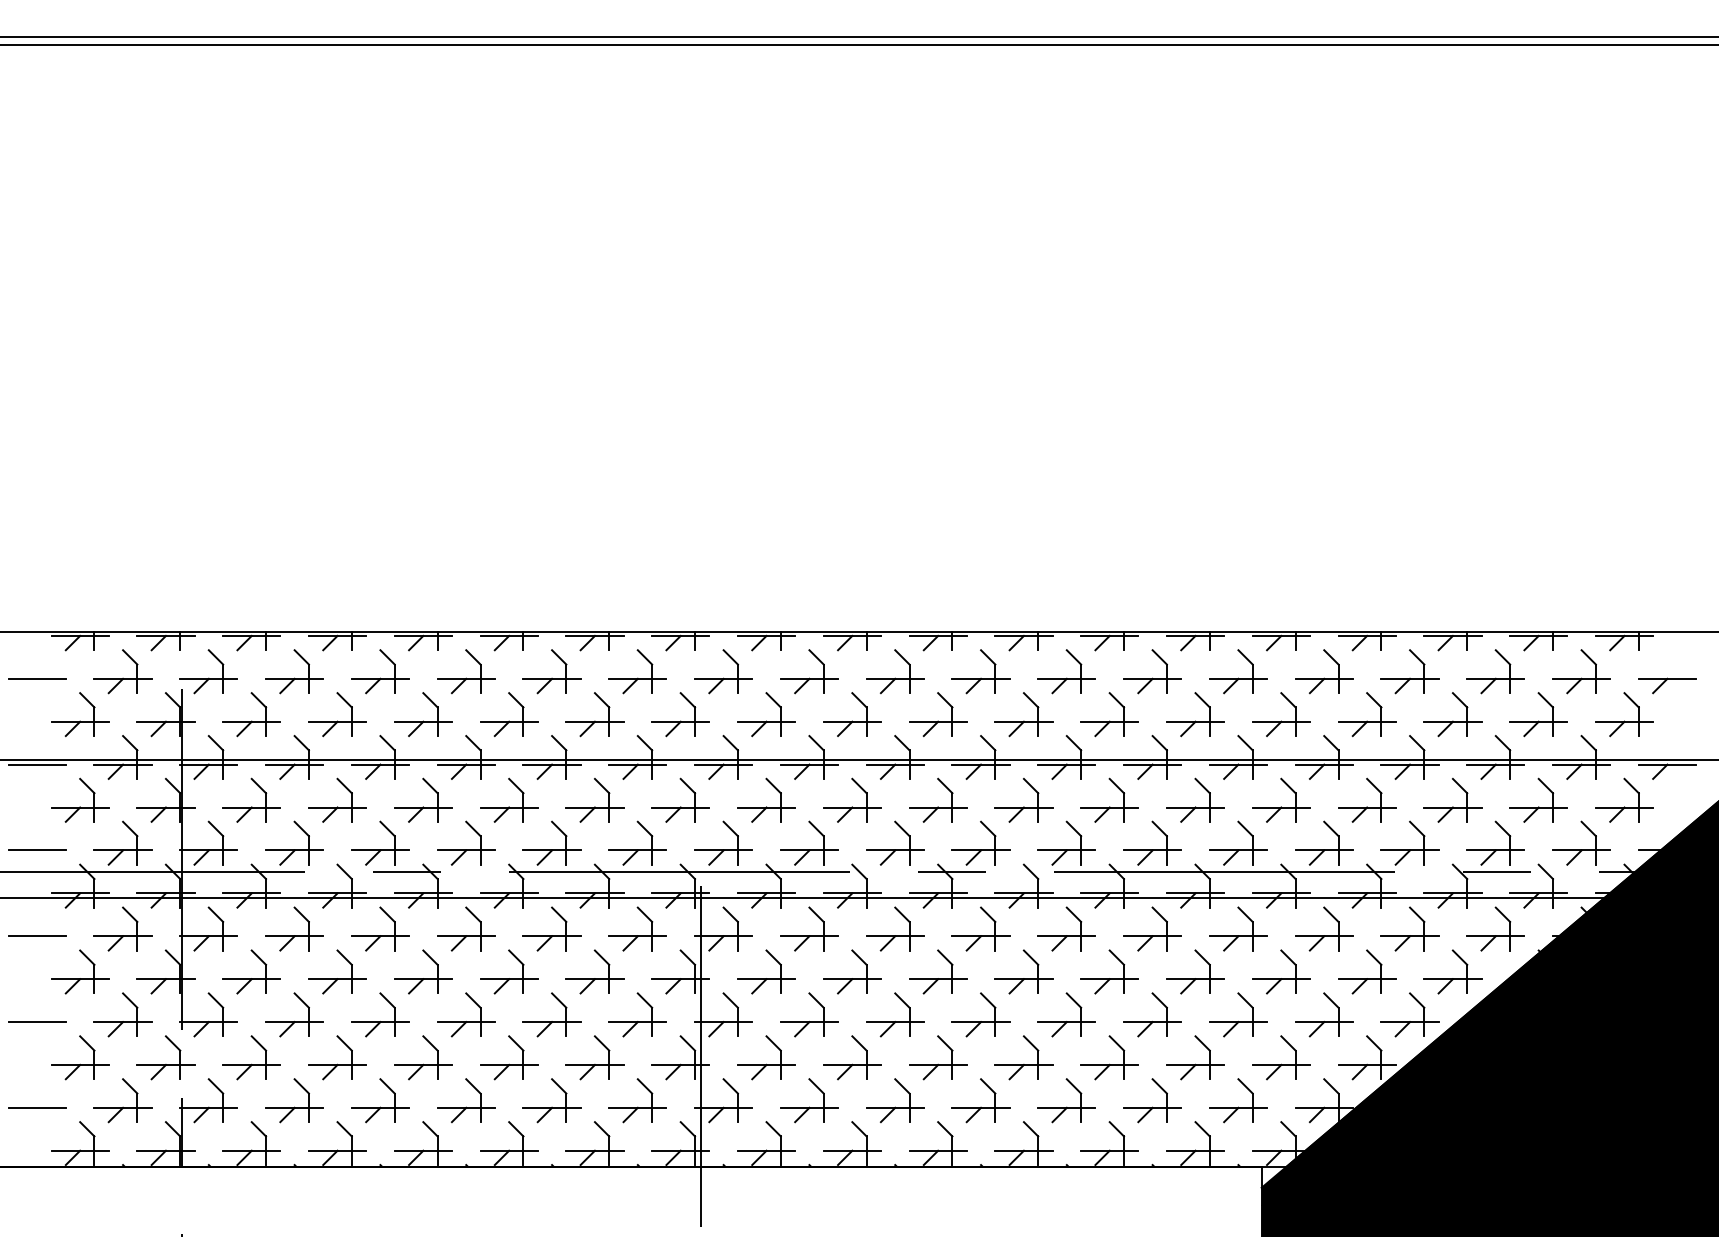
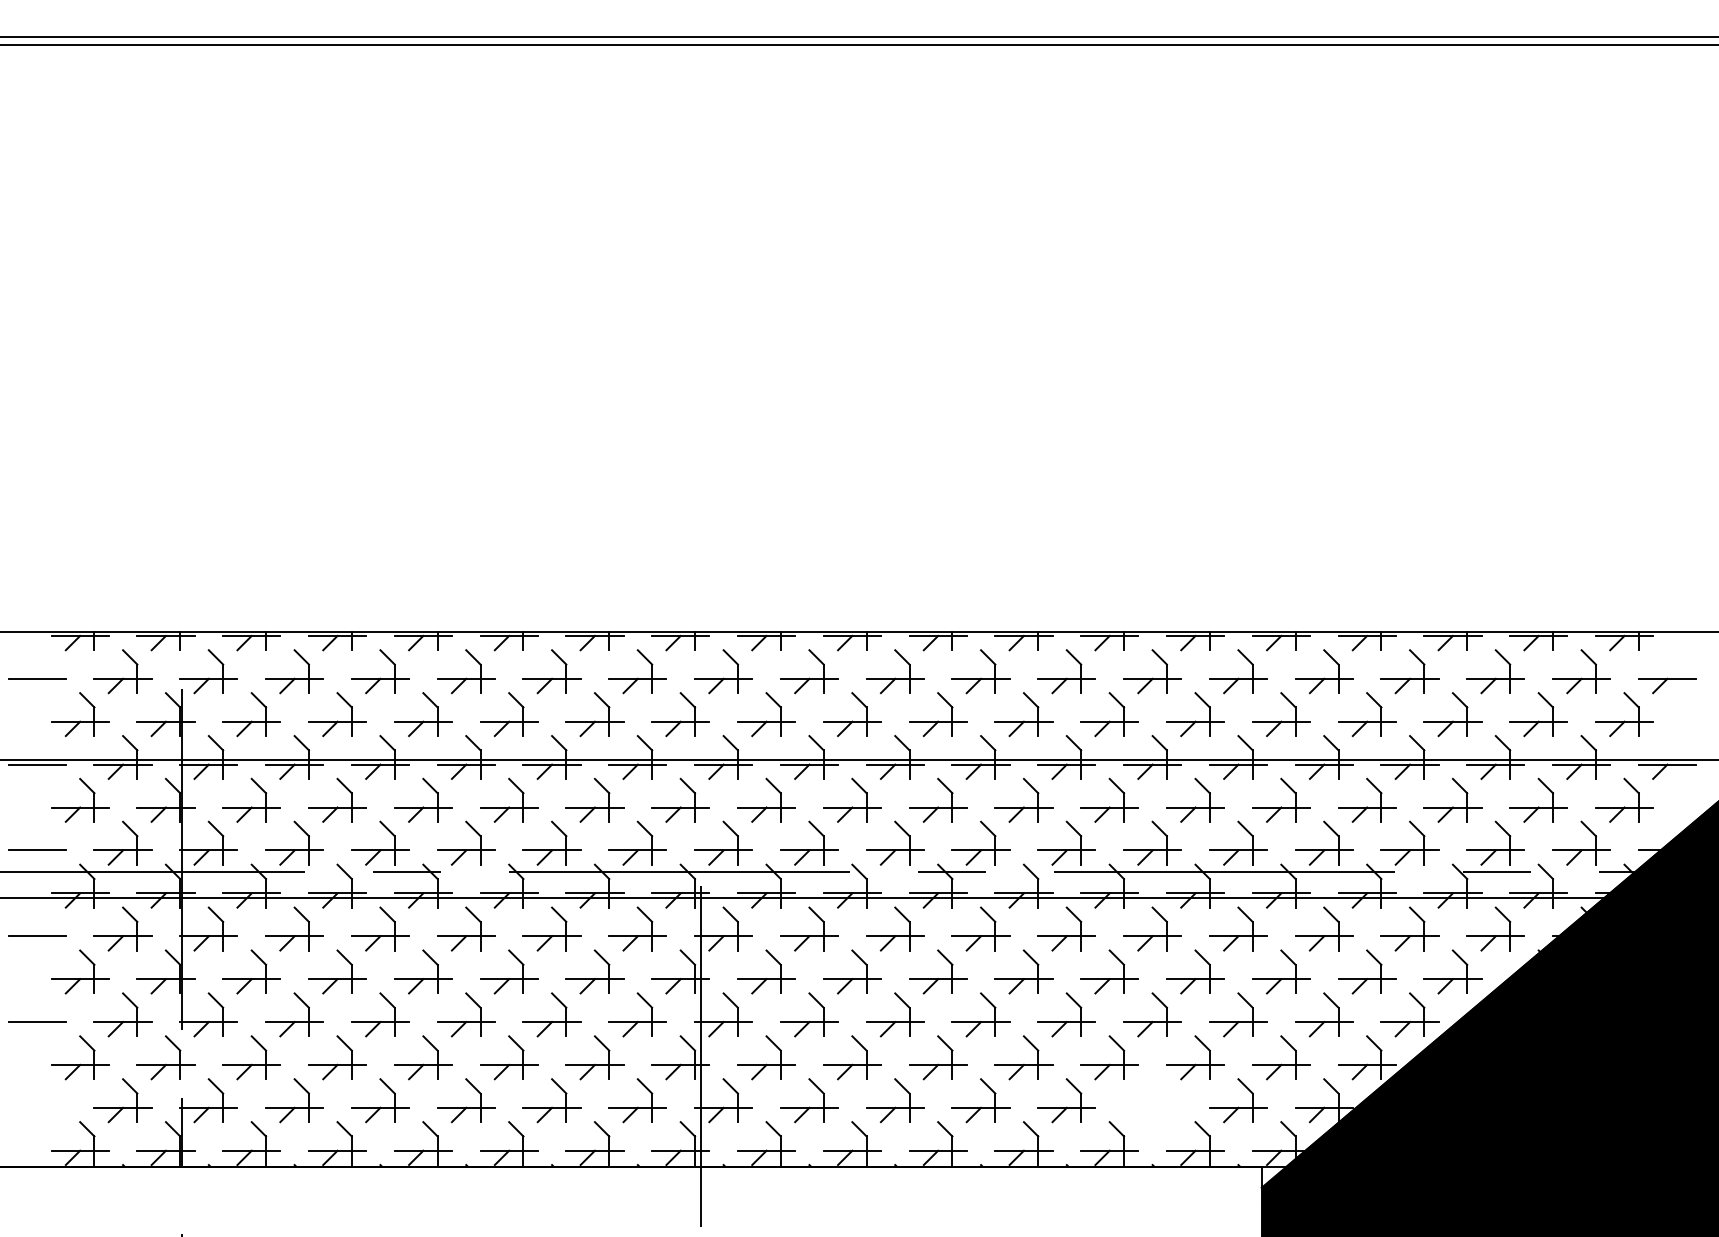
part at (1152, 1100): present -> none
line at (36, 1107): present -> none
